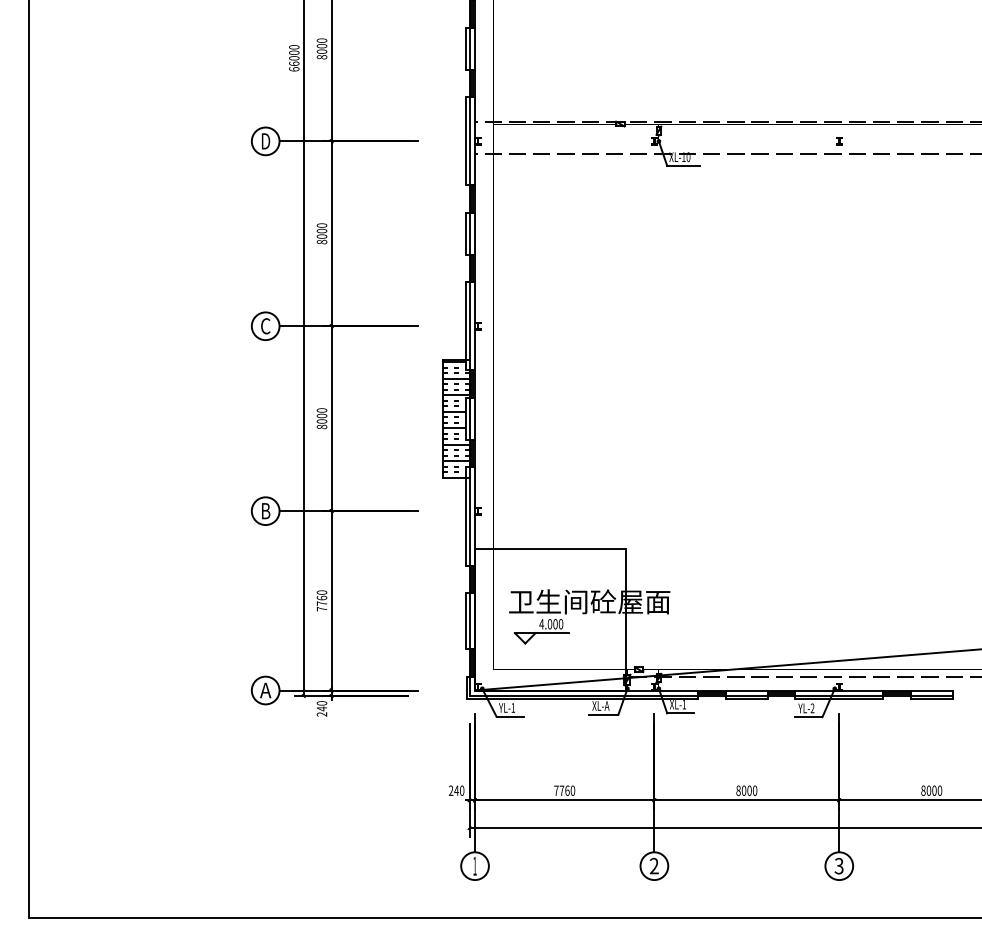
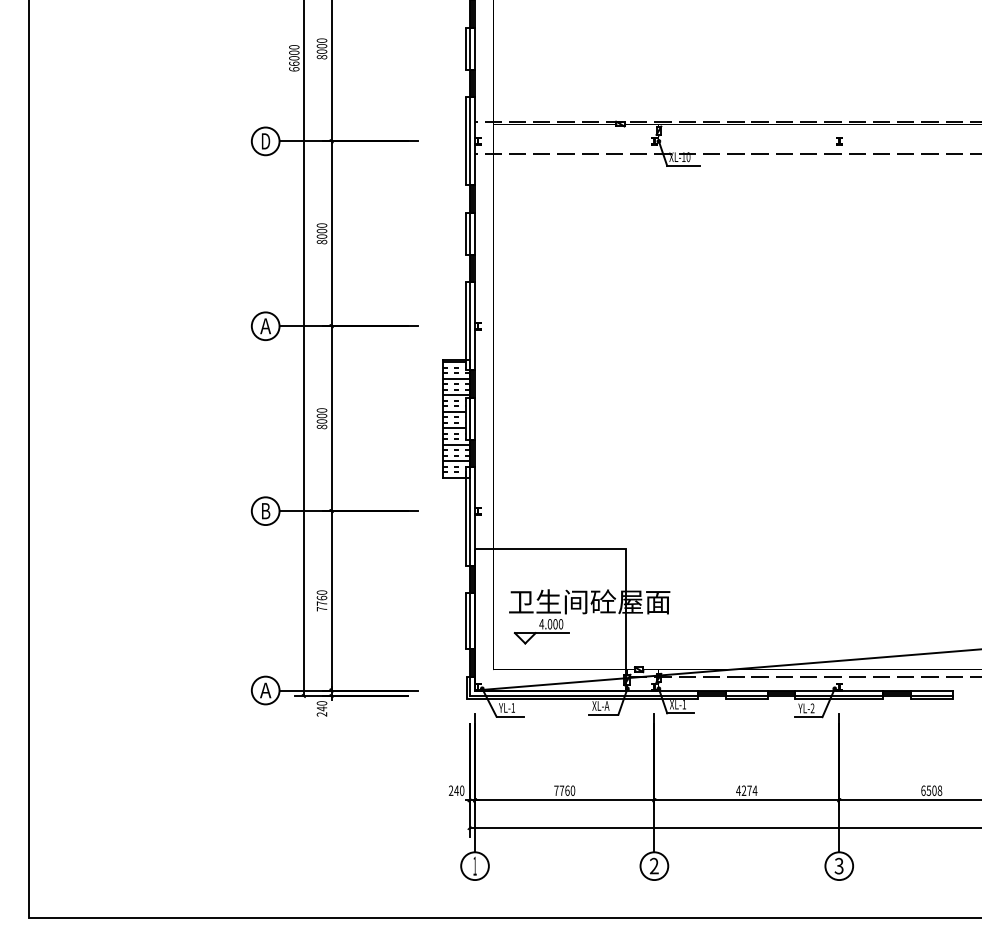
text at (265, 326): C -> A
text at (746, 790): 8000 -> 4274
text at (931, 790): 8000 -> 6508
